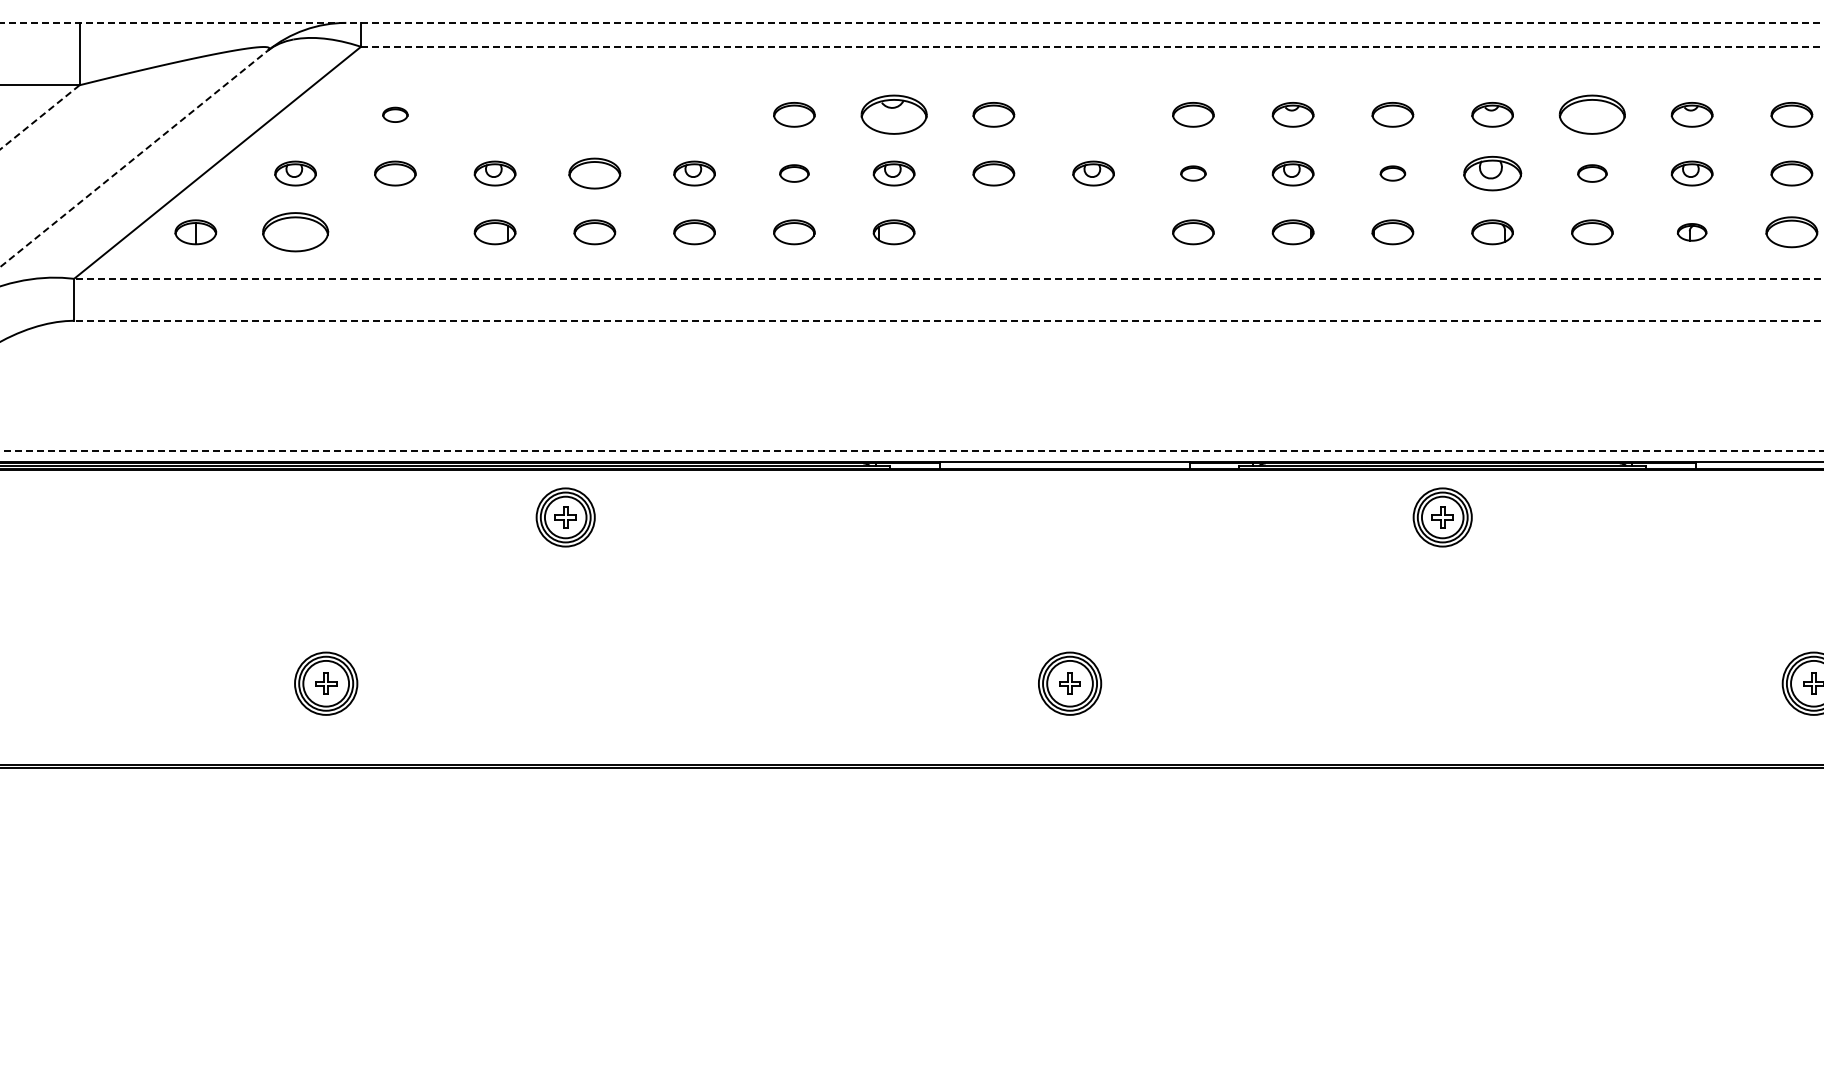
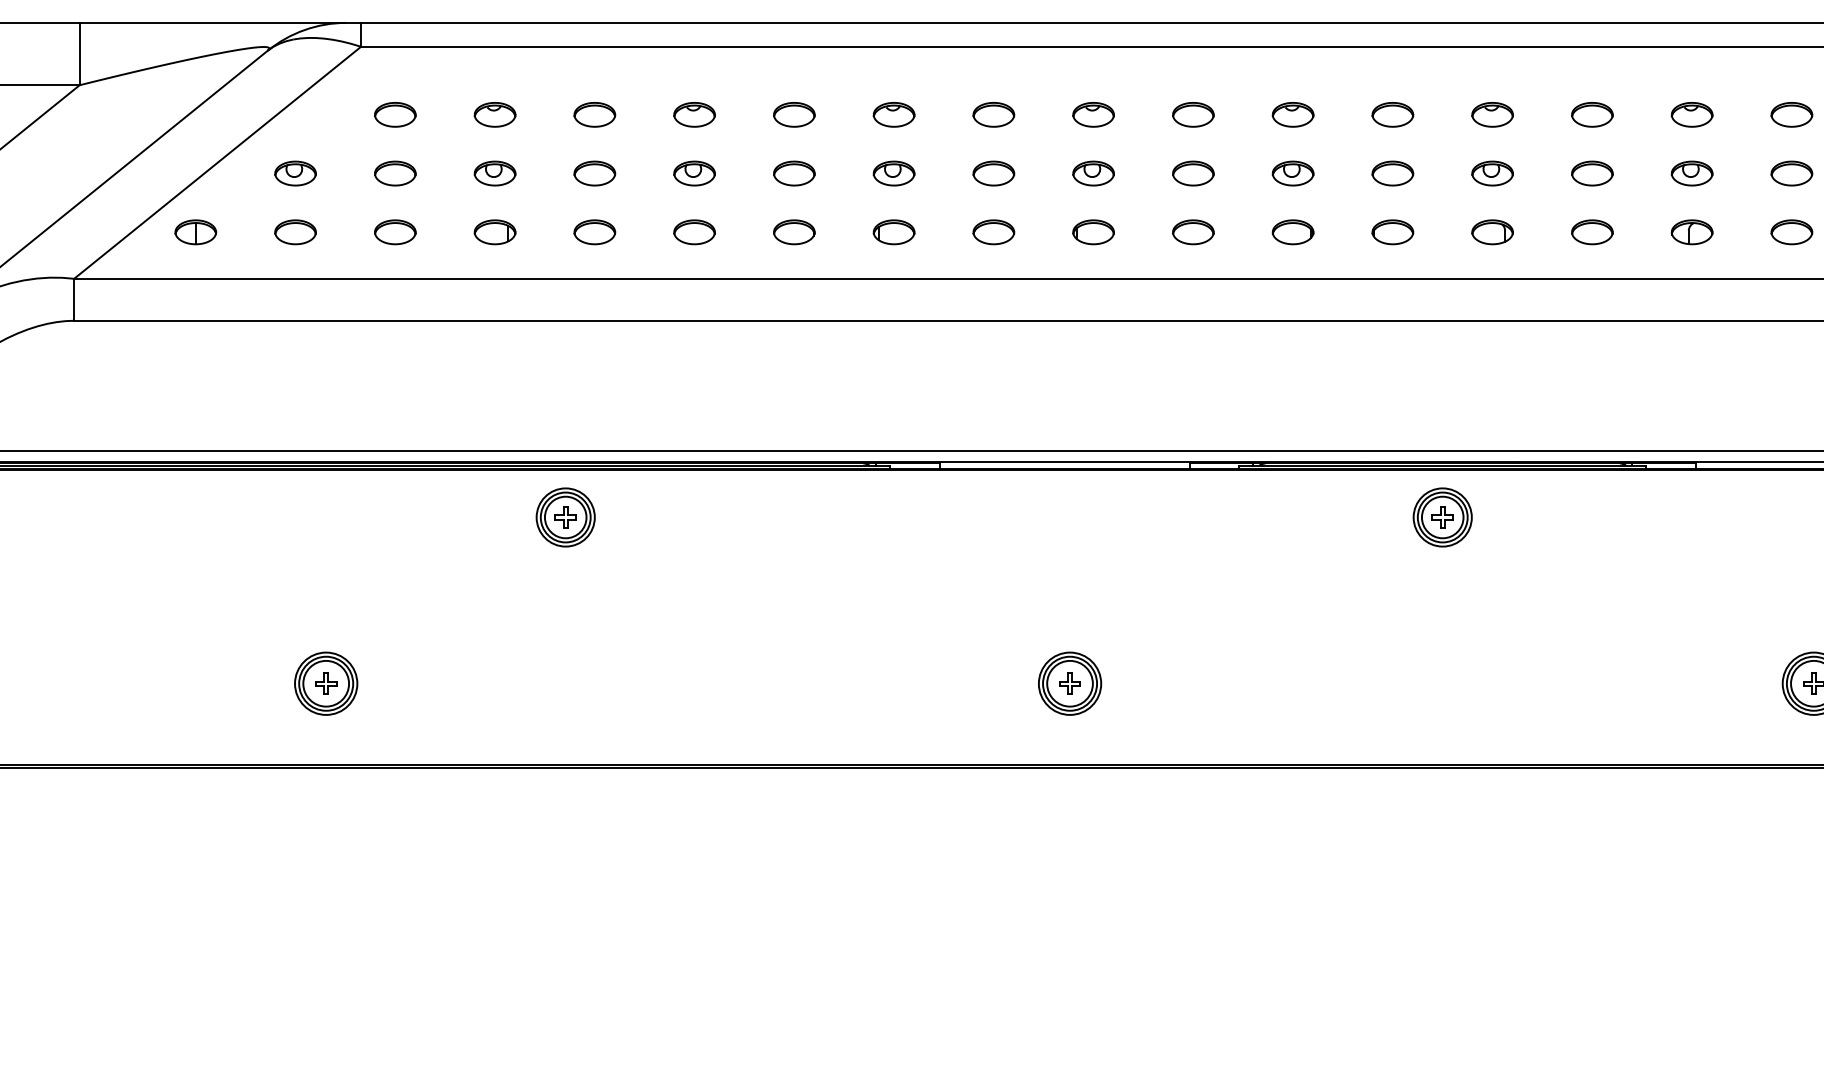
line at (912, 22): dashed -> solid
line at (1091, 46): dashed -> solid
part at (395, 114) size: 27x17 px -> 43x26 px
part at (494, 114): none -> present
part at (594, 114): none -> present
part at (694, 114): none -> present
part at (893, 114) size: 68x41 px -> 44x26 px
part at (1093, 114): none -> present
part at (1591, 114) size: 68x41 px -> 43x26 px
line at (40, 117): dashed -> solid
line at (134, 158): dashed -> solid
part at (594, 173) size: 54x33 px -> 44x27 px
part at (794, 173) size: 31x19 px -> 43x27 px
part at (1193, 173) size: 27x17 px -> 43x27 px
part at (1392, 173) size: 28x17 px -> 44x27 px
part at (1492, 173) size: 60x36 px -> 43x27 px
part at (1592, 173) size: 31x19 px -> 43x27 px
part at (295, 232) size: 68x41 px -> 43x27 px
part at (395, 232): none -> present
part at (993, 232): none -> present
part at (1093, 232): none -> present
part at (1691, 232) size: 32x19 px -> 44x27 px
part at (1791, 232) size: 54x33 px -> 44x27 px
line at (948, 278): dashed -> solid
line at (948, 320): dashed -> solid
line at (913, 451): dashed -> solid
